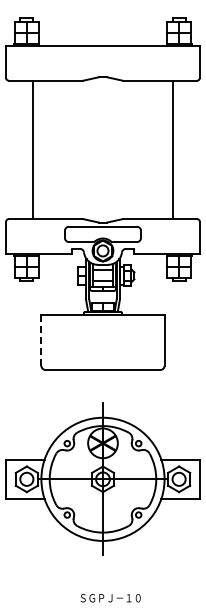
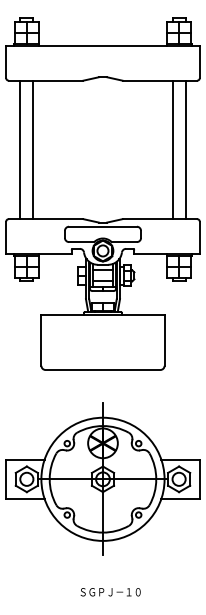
line at (20, 149): none -> present
line at (185, 149): none -> present
line at (41, 340): dashed -> solid
text at (110, 598) position: (110, 598) -> (110, 592)
